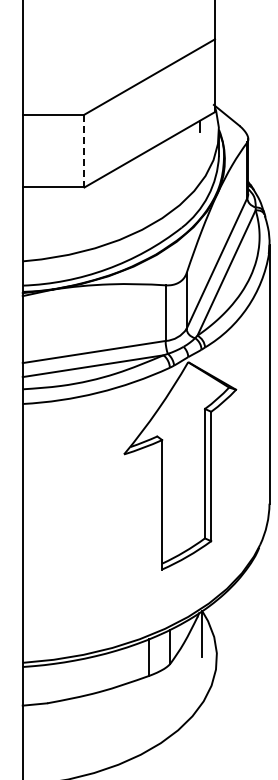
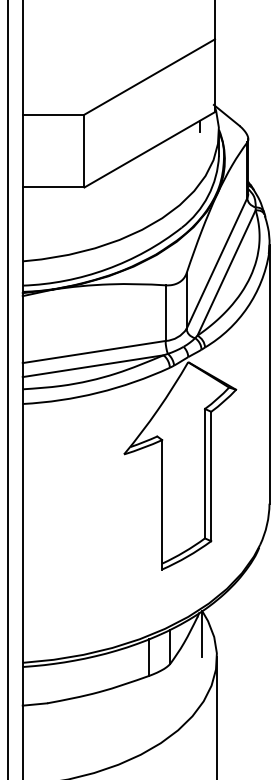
line at (84, 151): dashed -> solid
line at (8, 389): none -> present
line at (216, 716): none -> present
